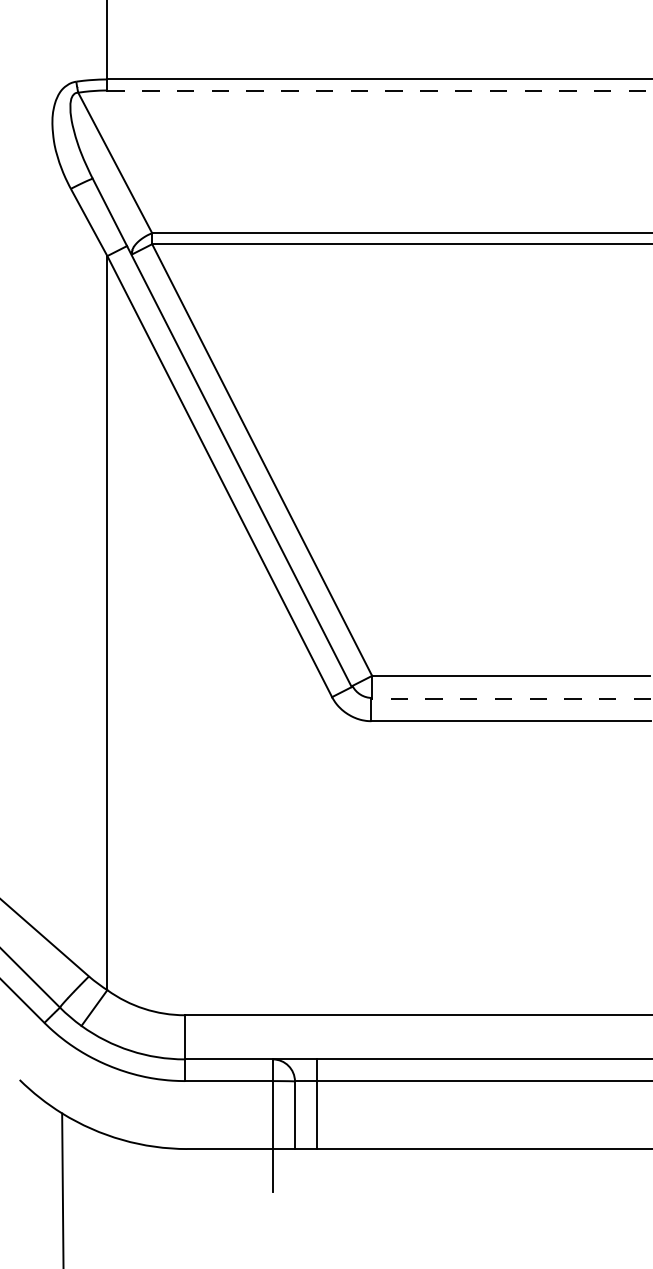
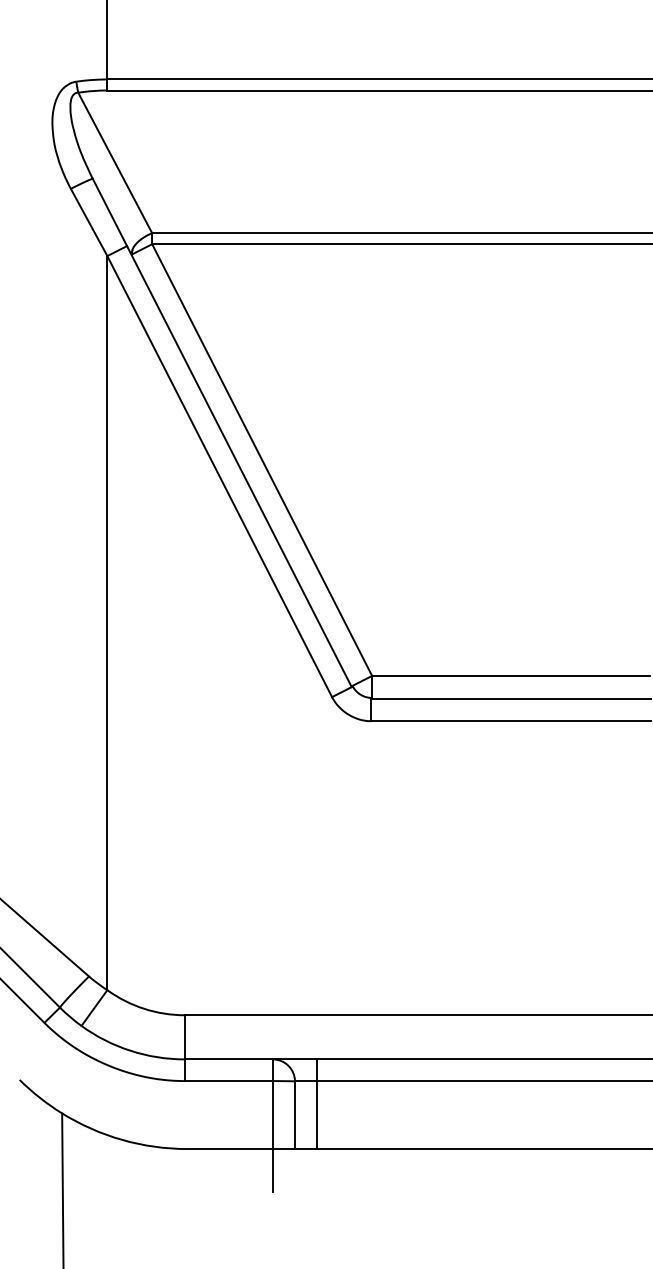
line at (380, 90): dashed -> solid
line at (511, 699): dashed -> solid
